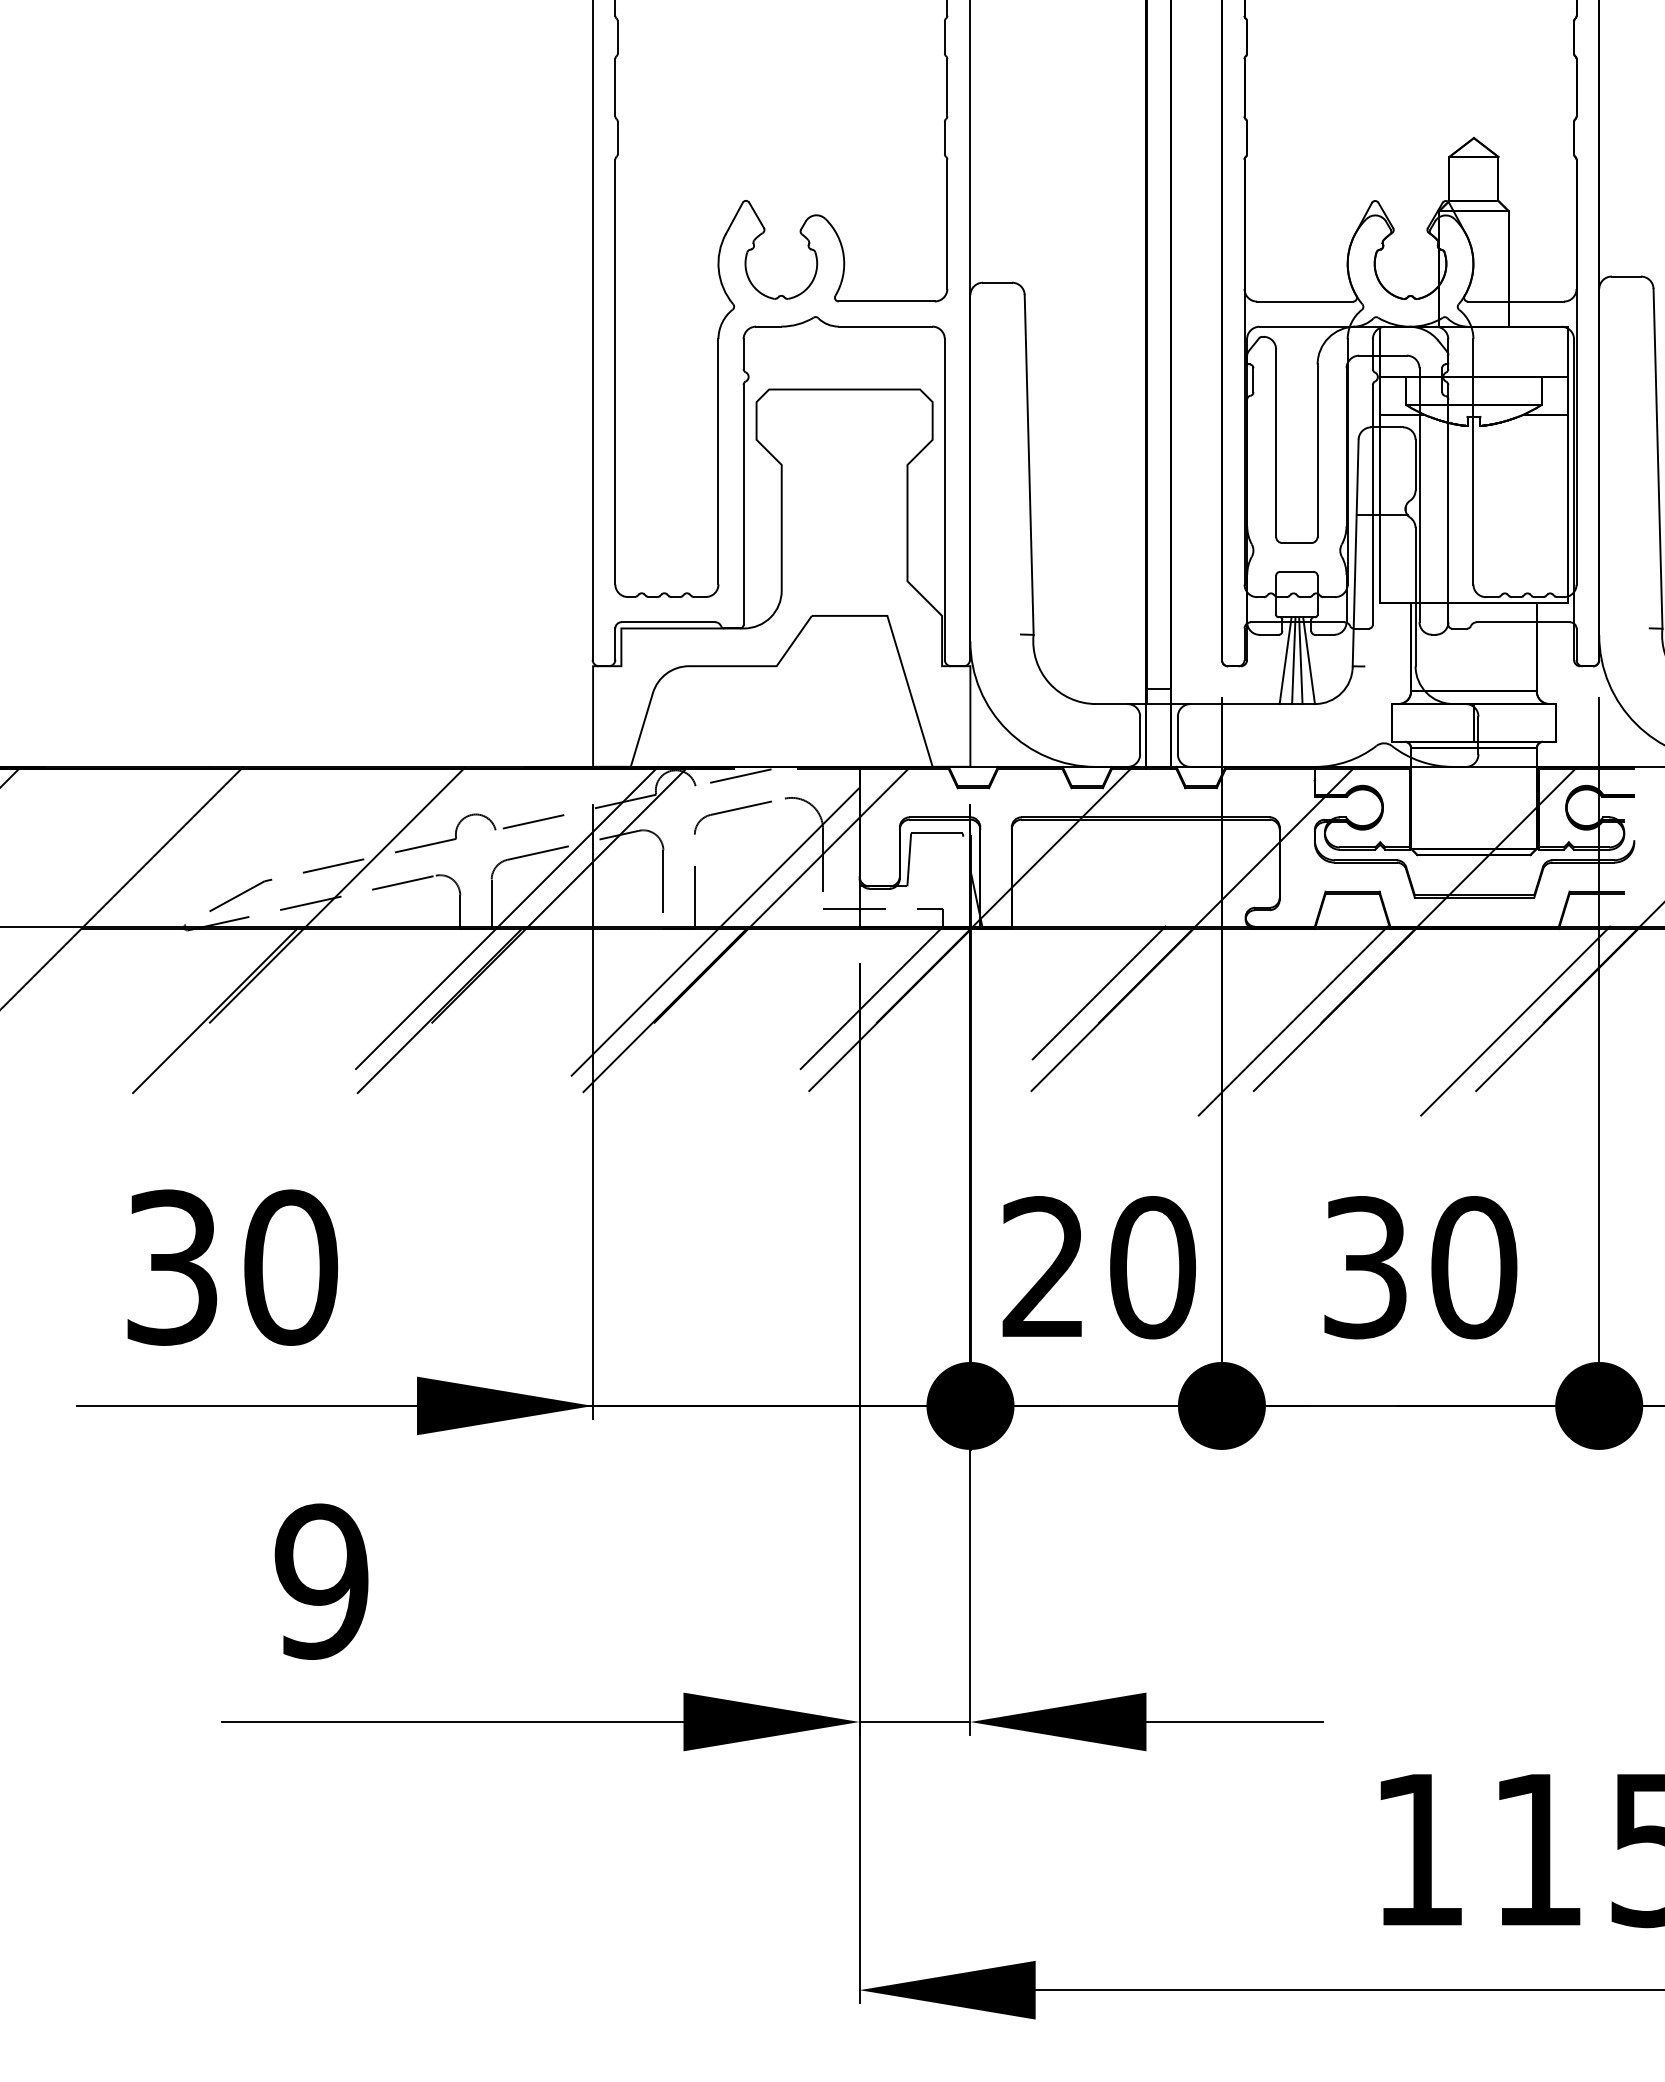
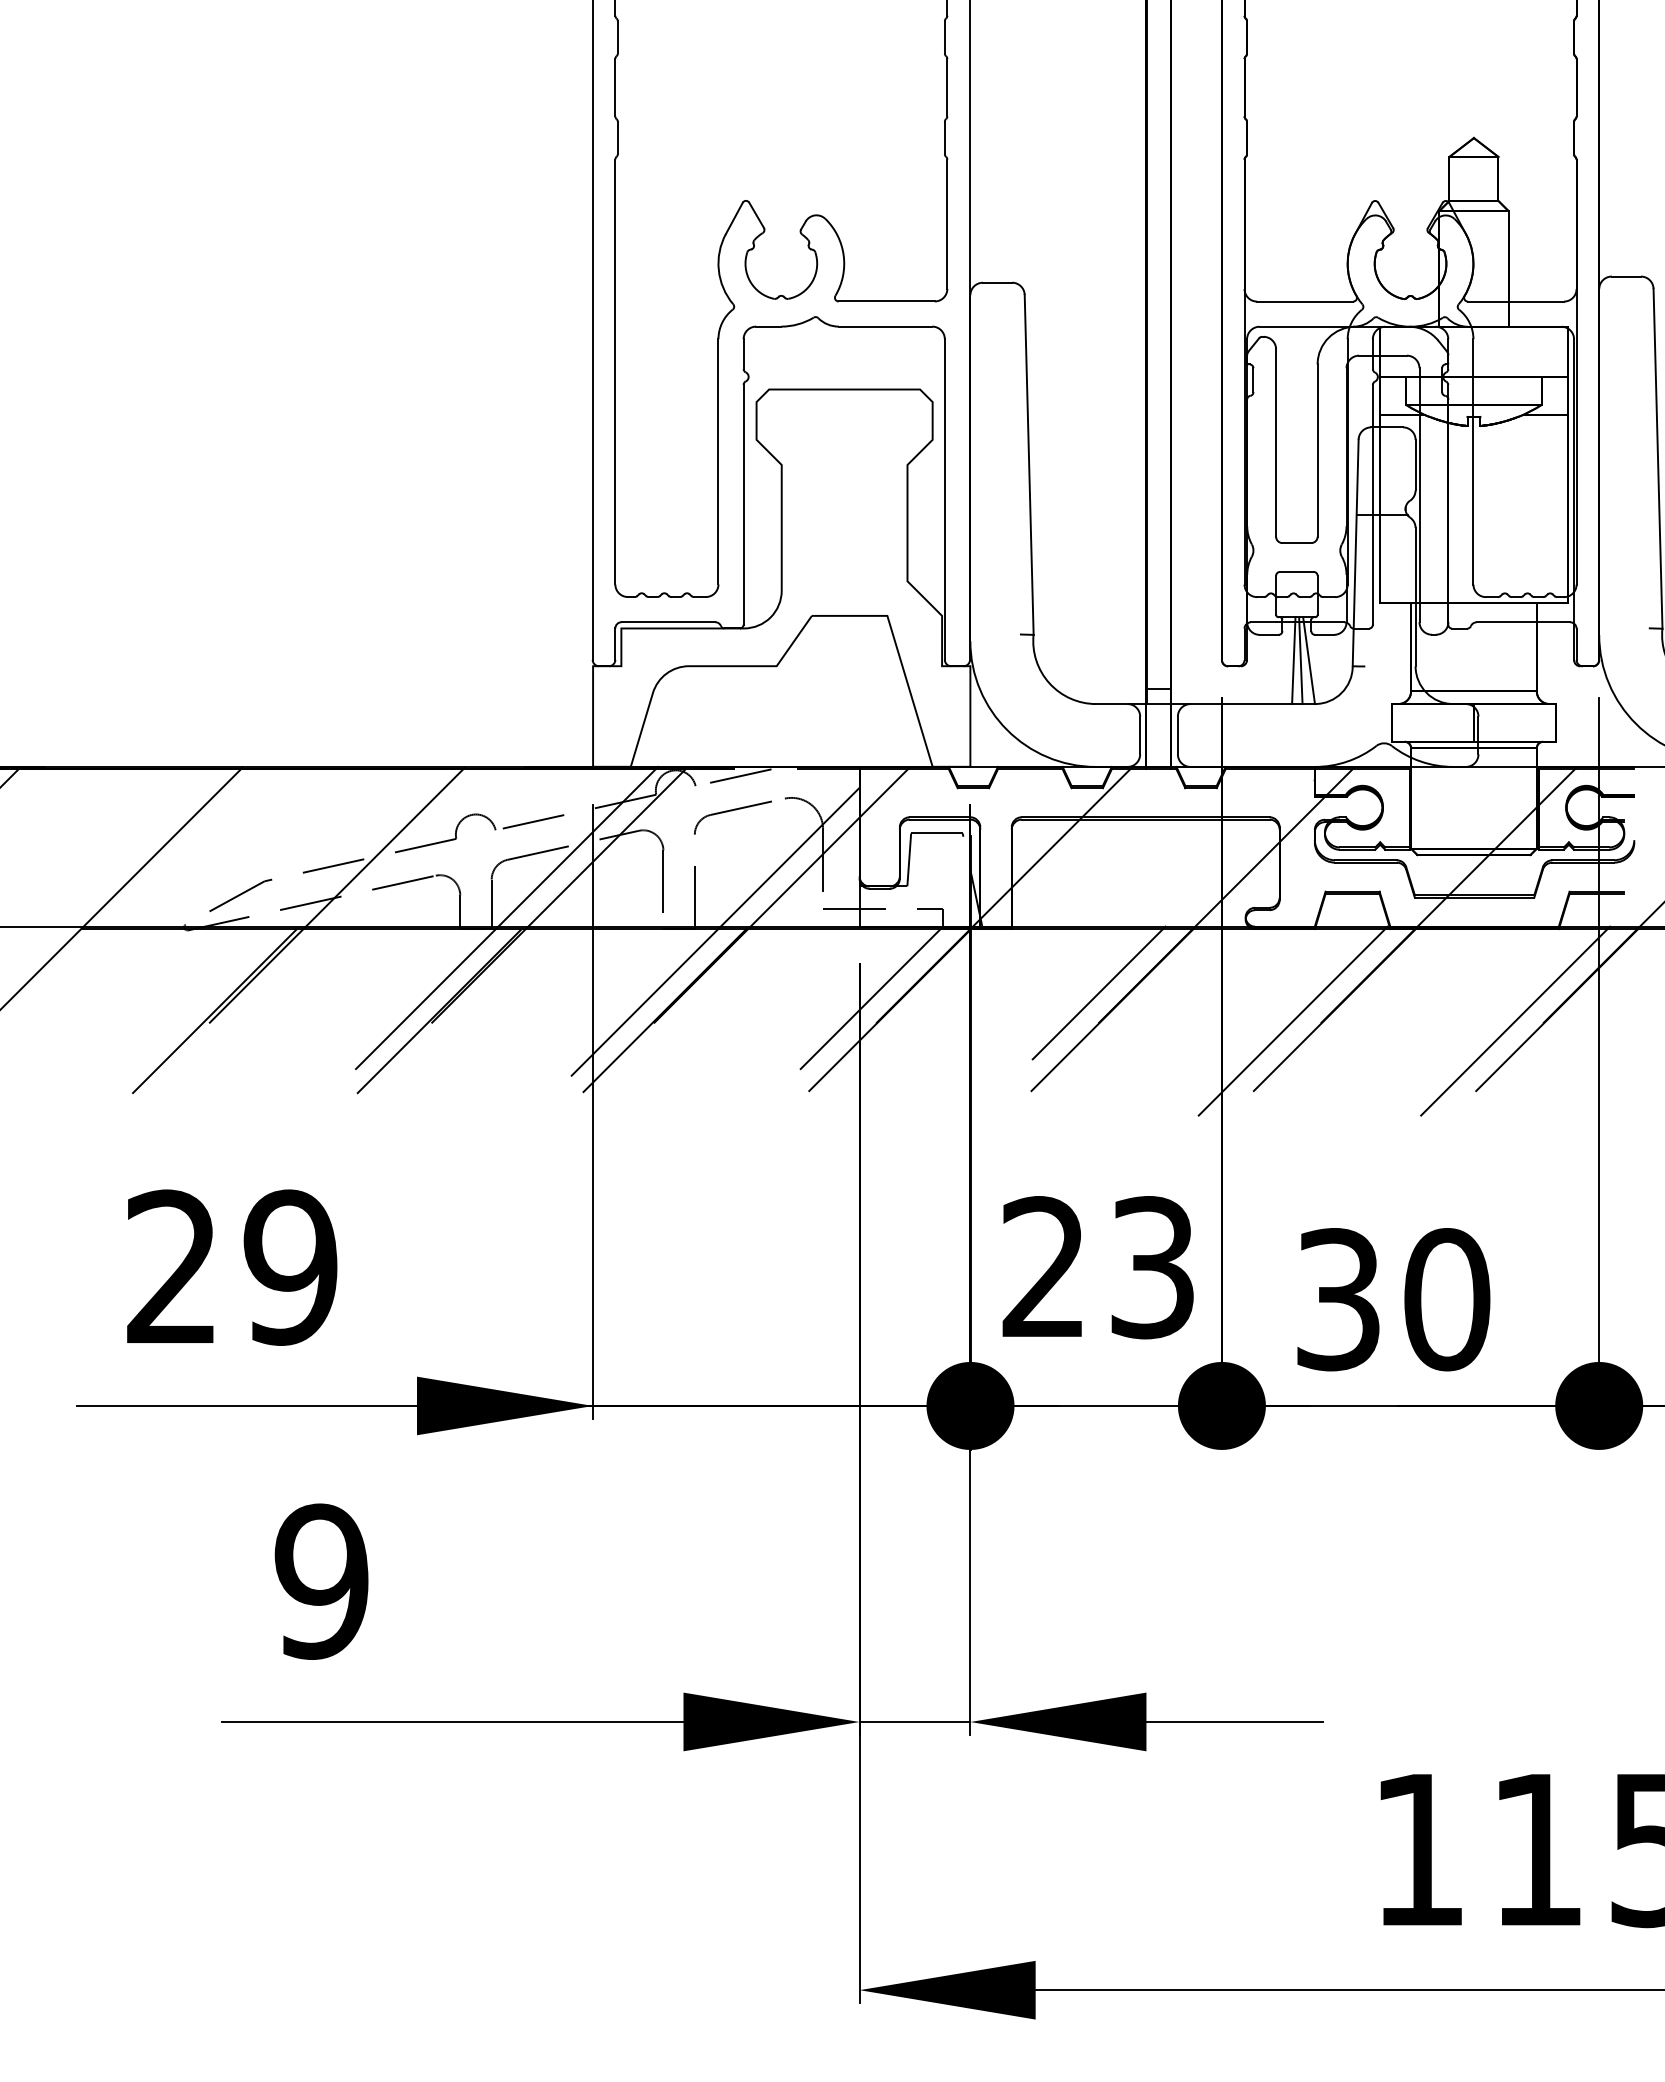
line at (1285, 660): present -> none
text at (232, 1267): 30 -> 29
text at (1152, 1267): 20 -> 23
text at (1420, 1267) position: (1420, 1267) -> (1393, 1299)
